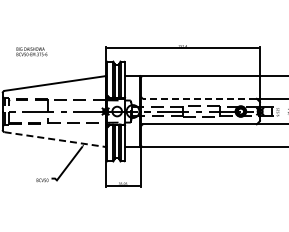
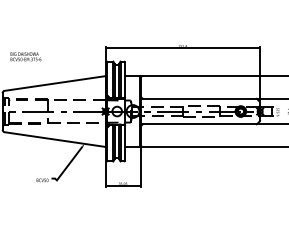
text at (31, 51) position: (31, 51) -> (25, 56)
line at (199, 98): dashed -> solid
line at (55, 139): dashed -> solid
